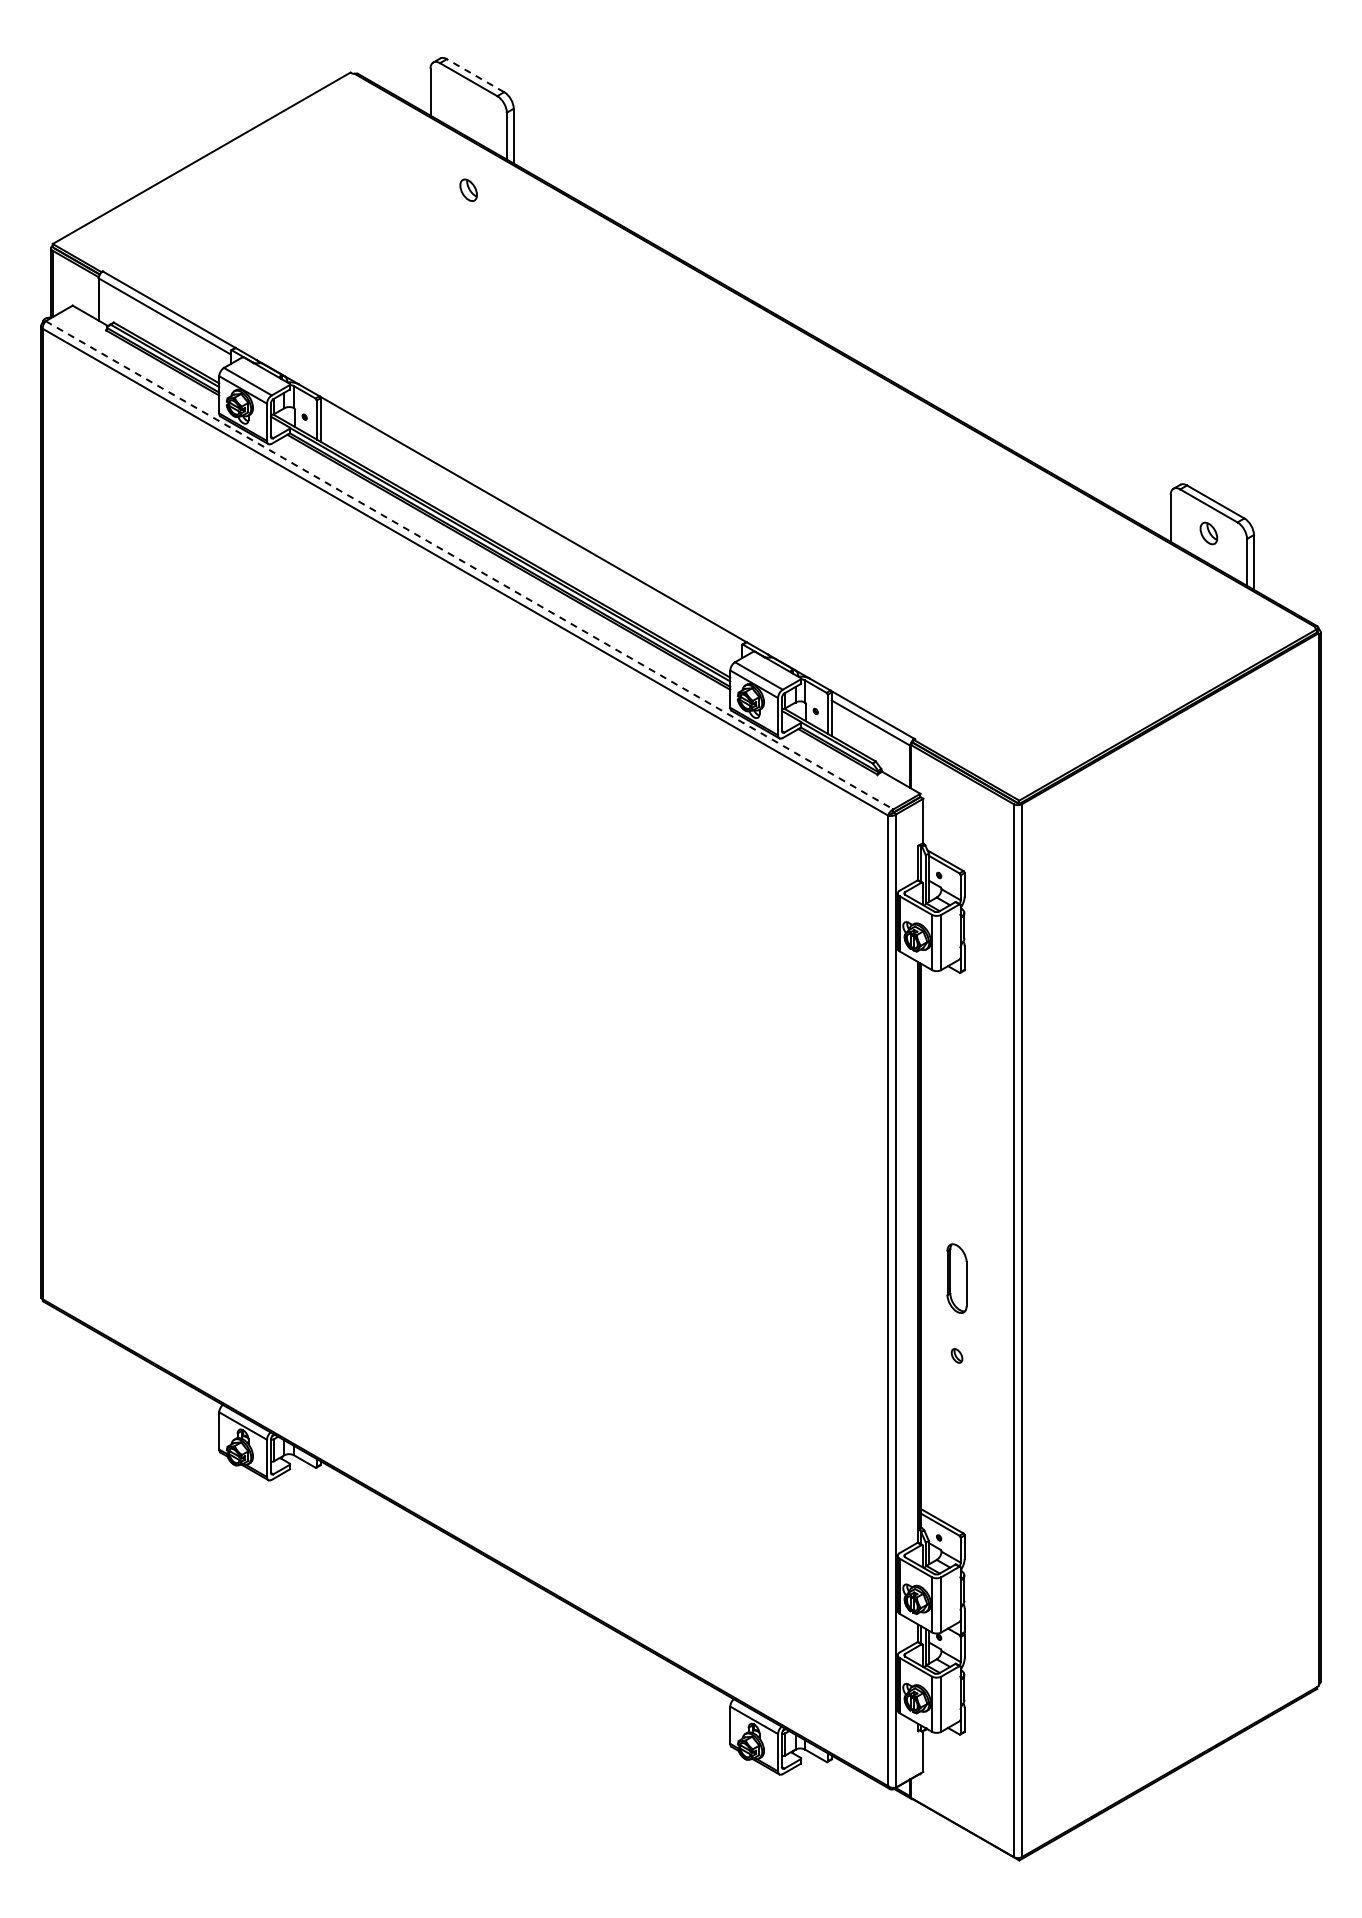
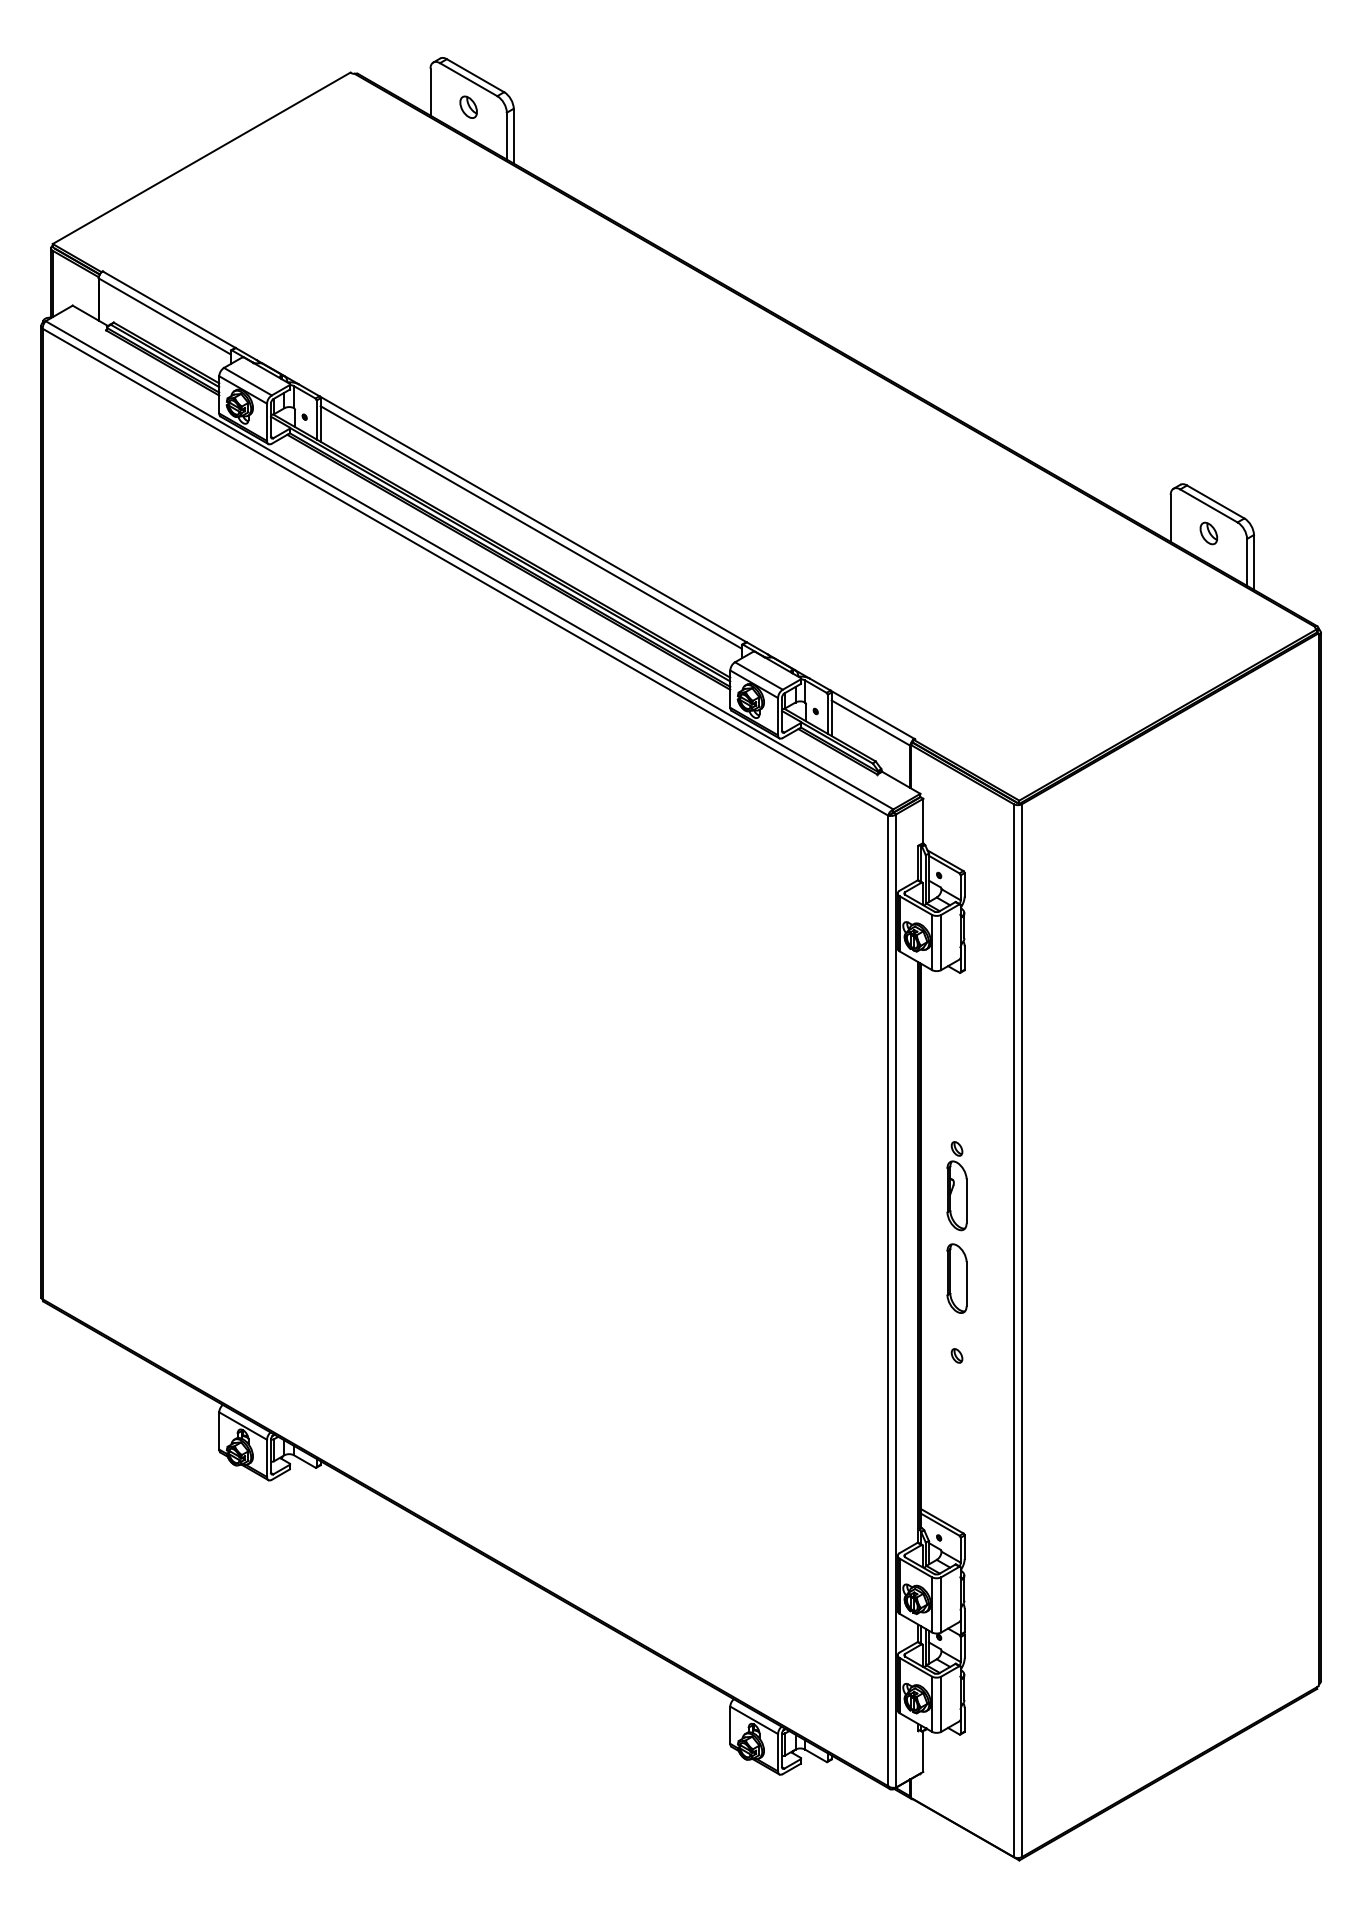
line at (475, 75): dashed -> solid
part at (468, 189) position: (468, 189) -> (468, 106)
line at (530, 527): none -> present
line at (470, 565): dashed -> solid
part at (956, 1186): none -> present
